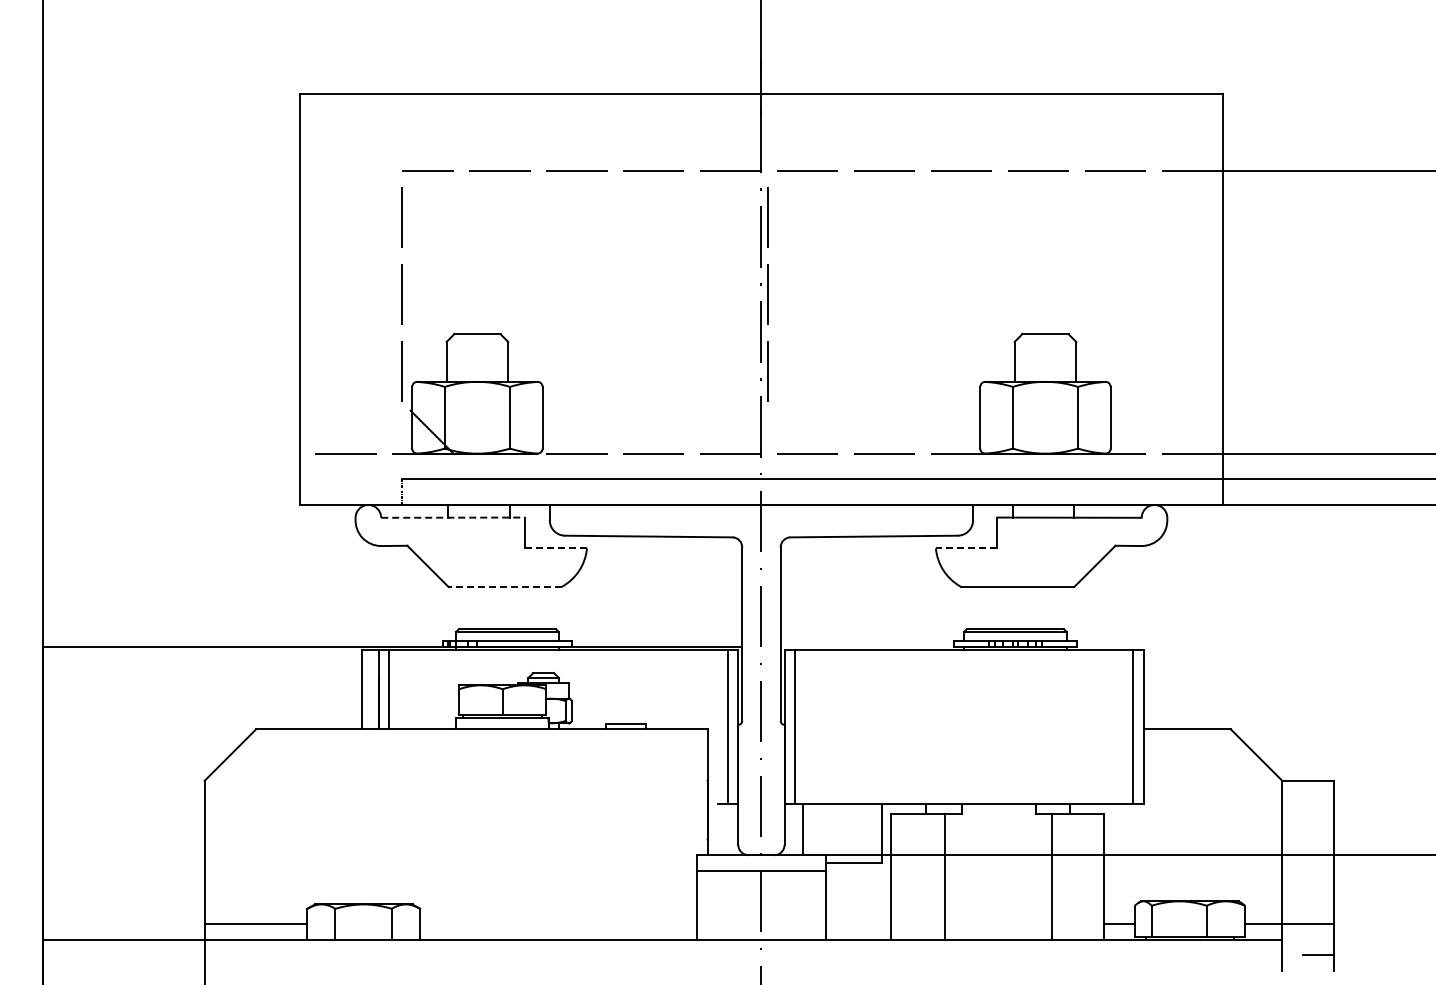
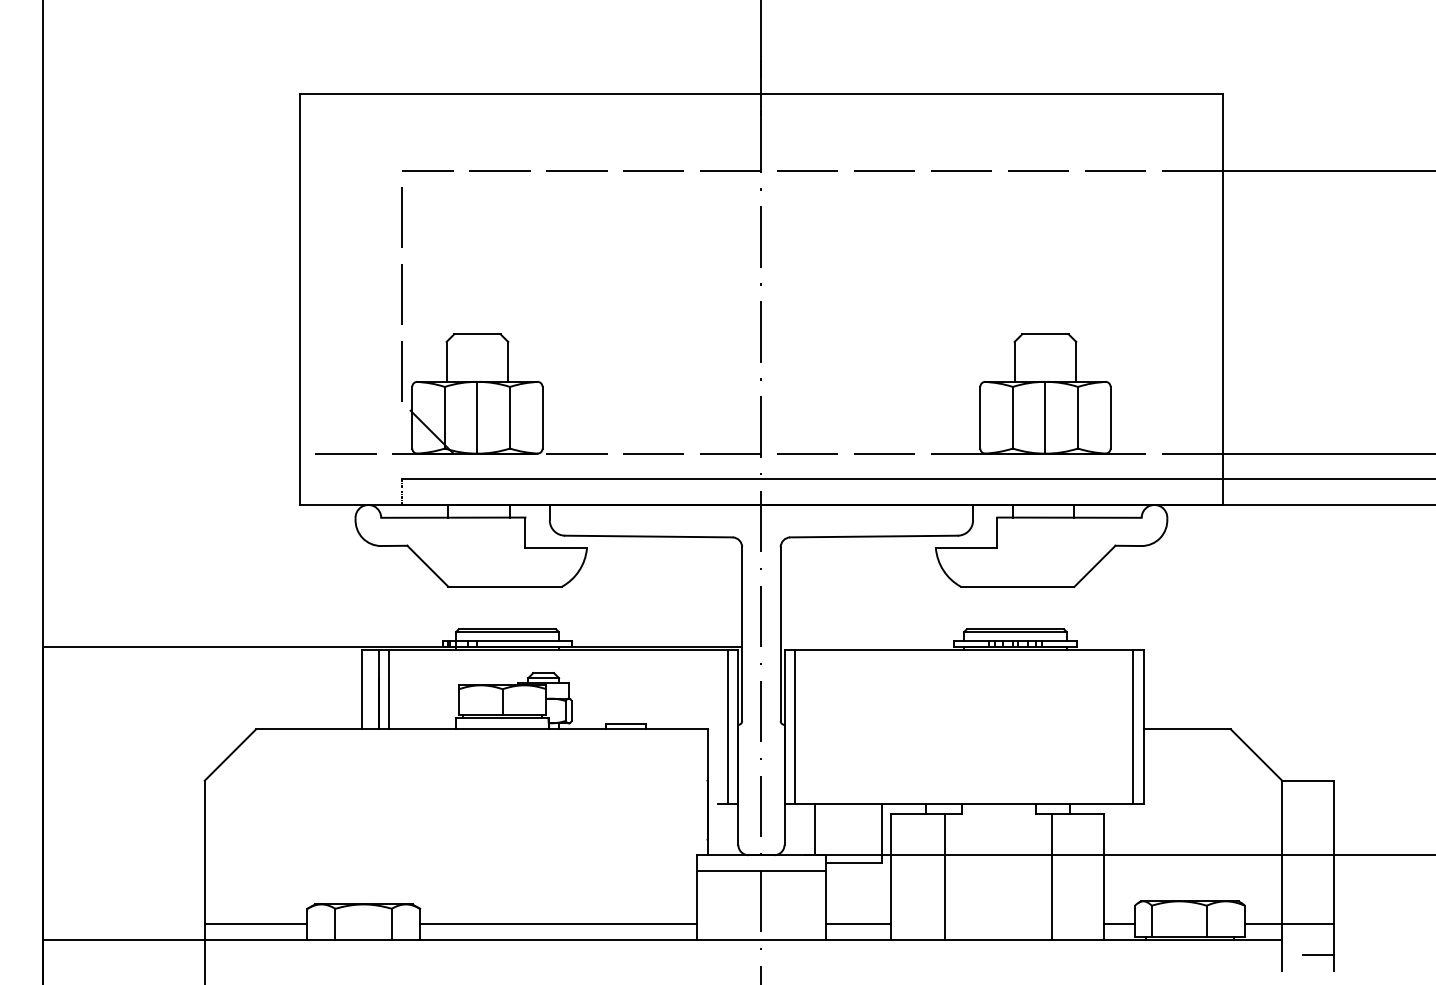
line at (767, 294): present -> none
line at (477, 417): none -> present
line at (1045, 417): none -> present
line at (453, 517): dashed -> solid
line at (556, 548): dashed -> solid
line at (966, 548): dashed -> solid
line at (505, 586): dashed -> solid
line at (803, 829) position: (803, 829) -> (815, 829)
line at (558, 924): none -> present
line at (857, 924): none -> present
